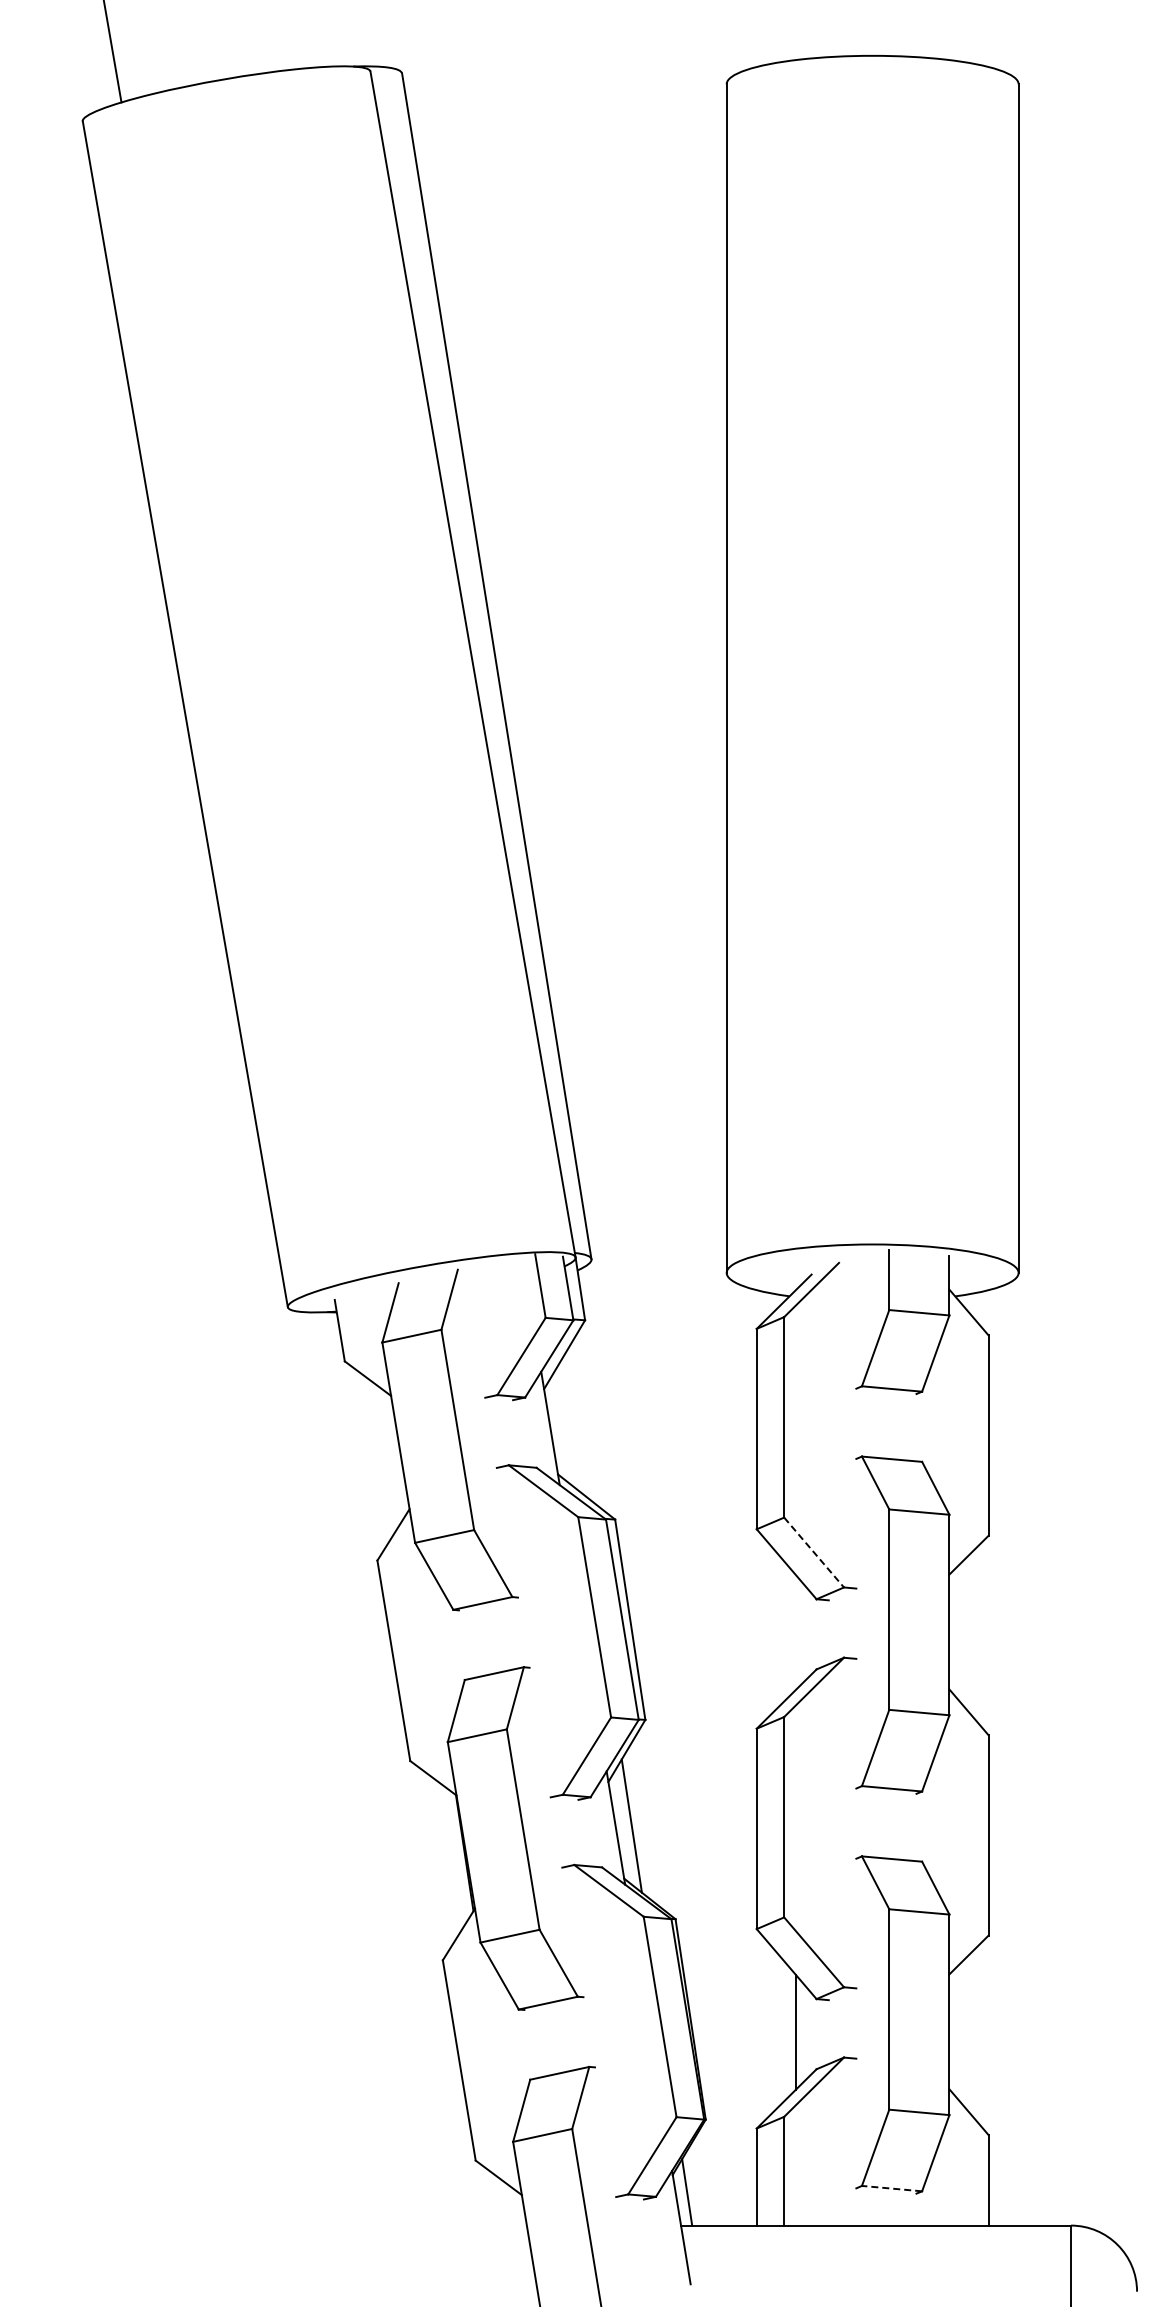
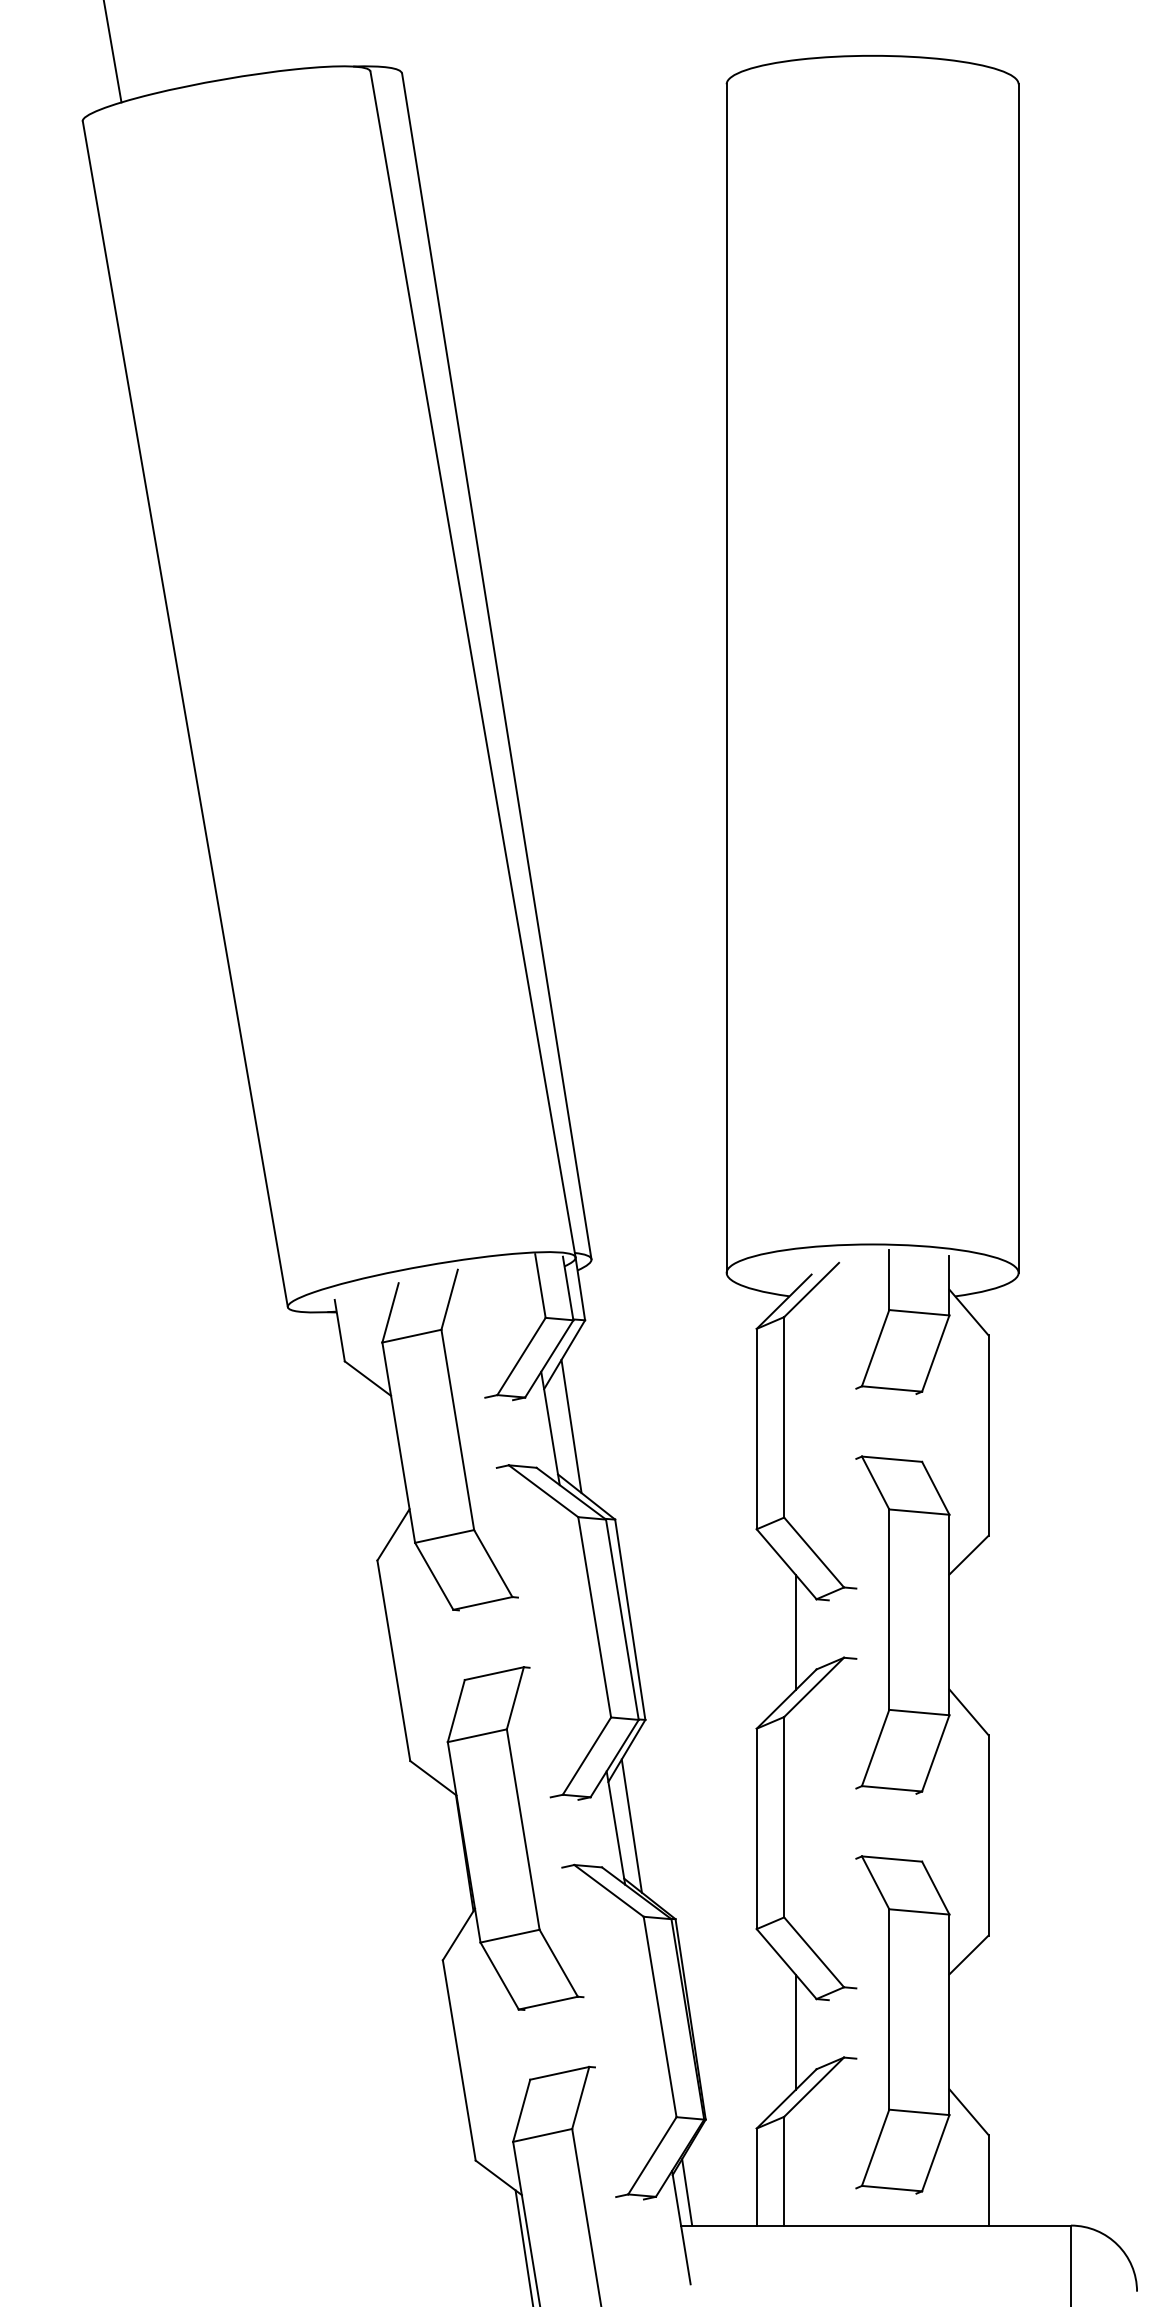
line at (571, 1426): none -> present
line at (814, 1552): dashed -> solid
line at (795, 1632): none -> present
line at (891, 2188): dashed -> solid
line at (523, 2246): none -> present
